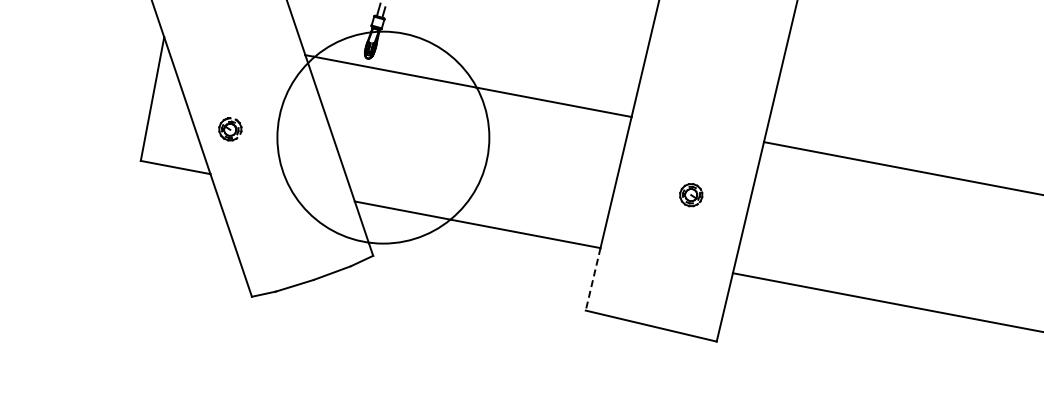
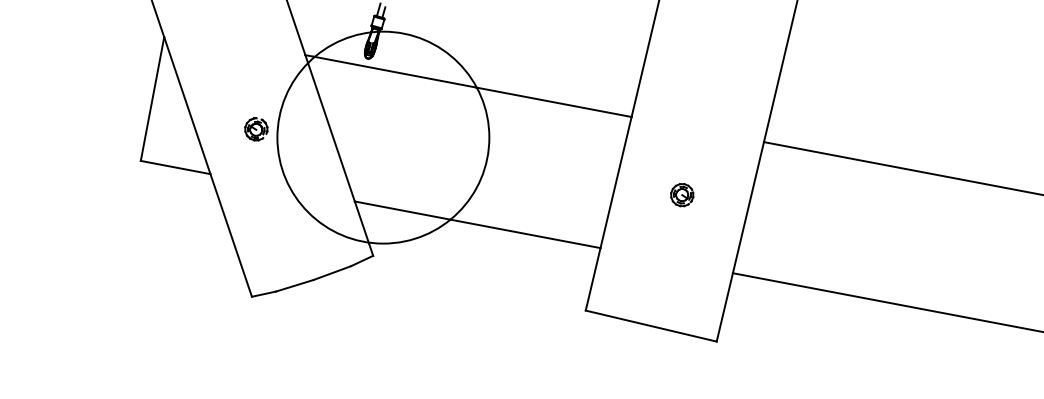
part at (230, 129) position: (230, 129) -> (256, 129)
part at (691, 195) position: (691, 195) -> (682, 195)
line at (593, 279): dashed -> solid
